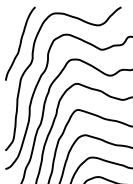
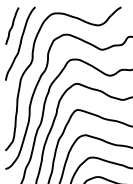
line at (12, 25): none -> present
